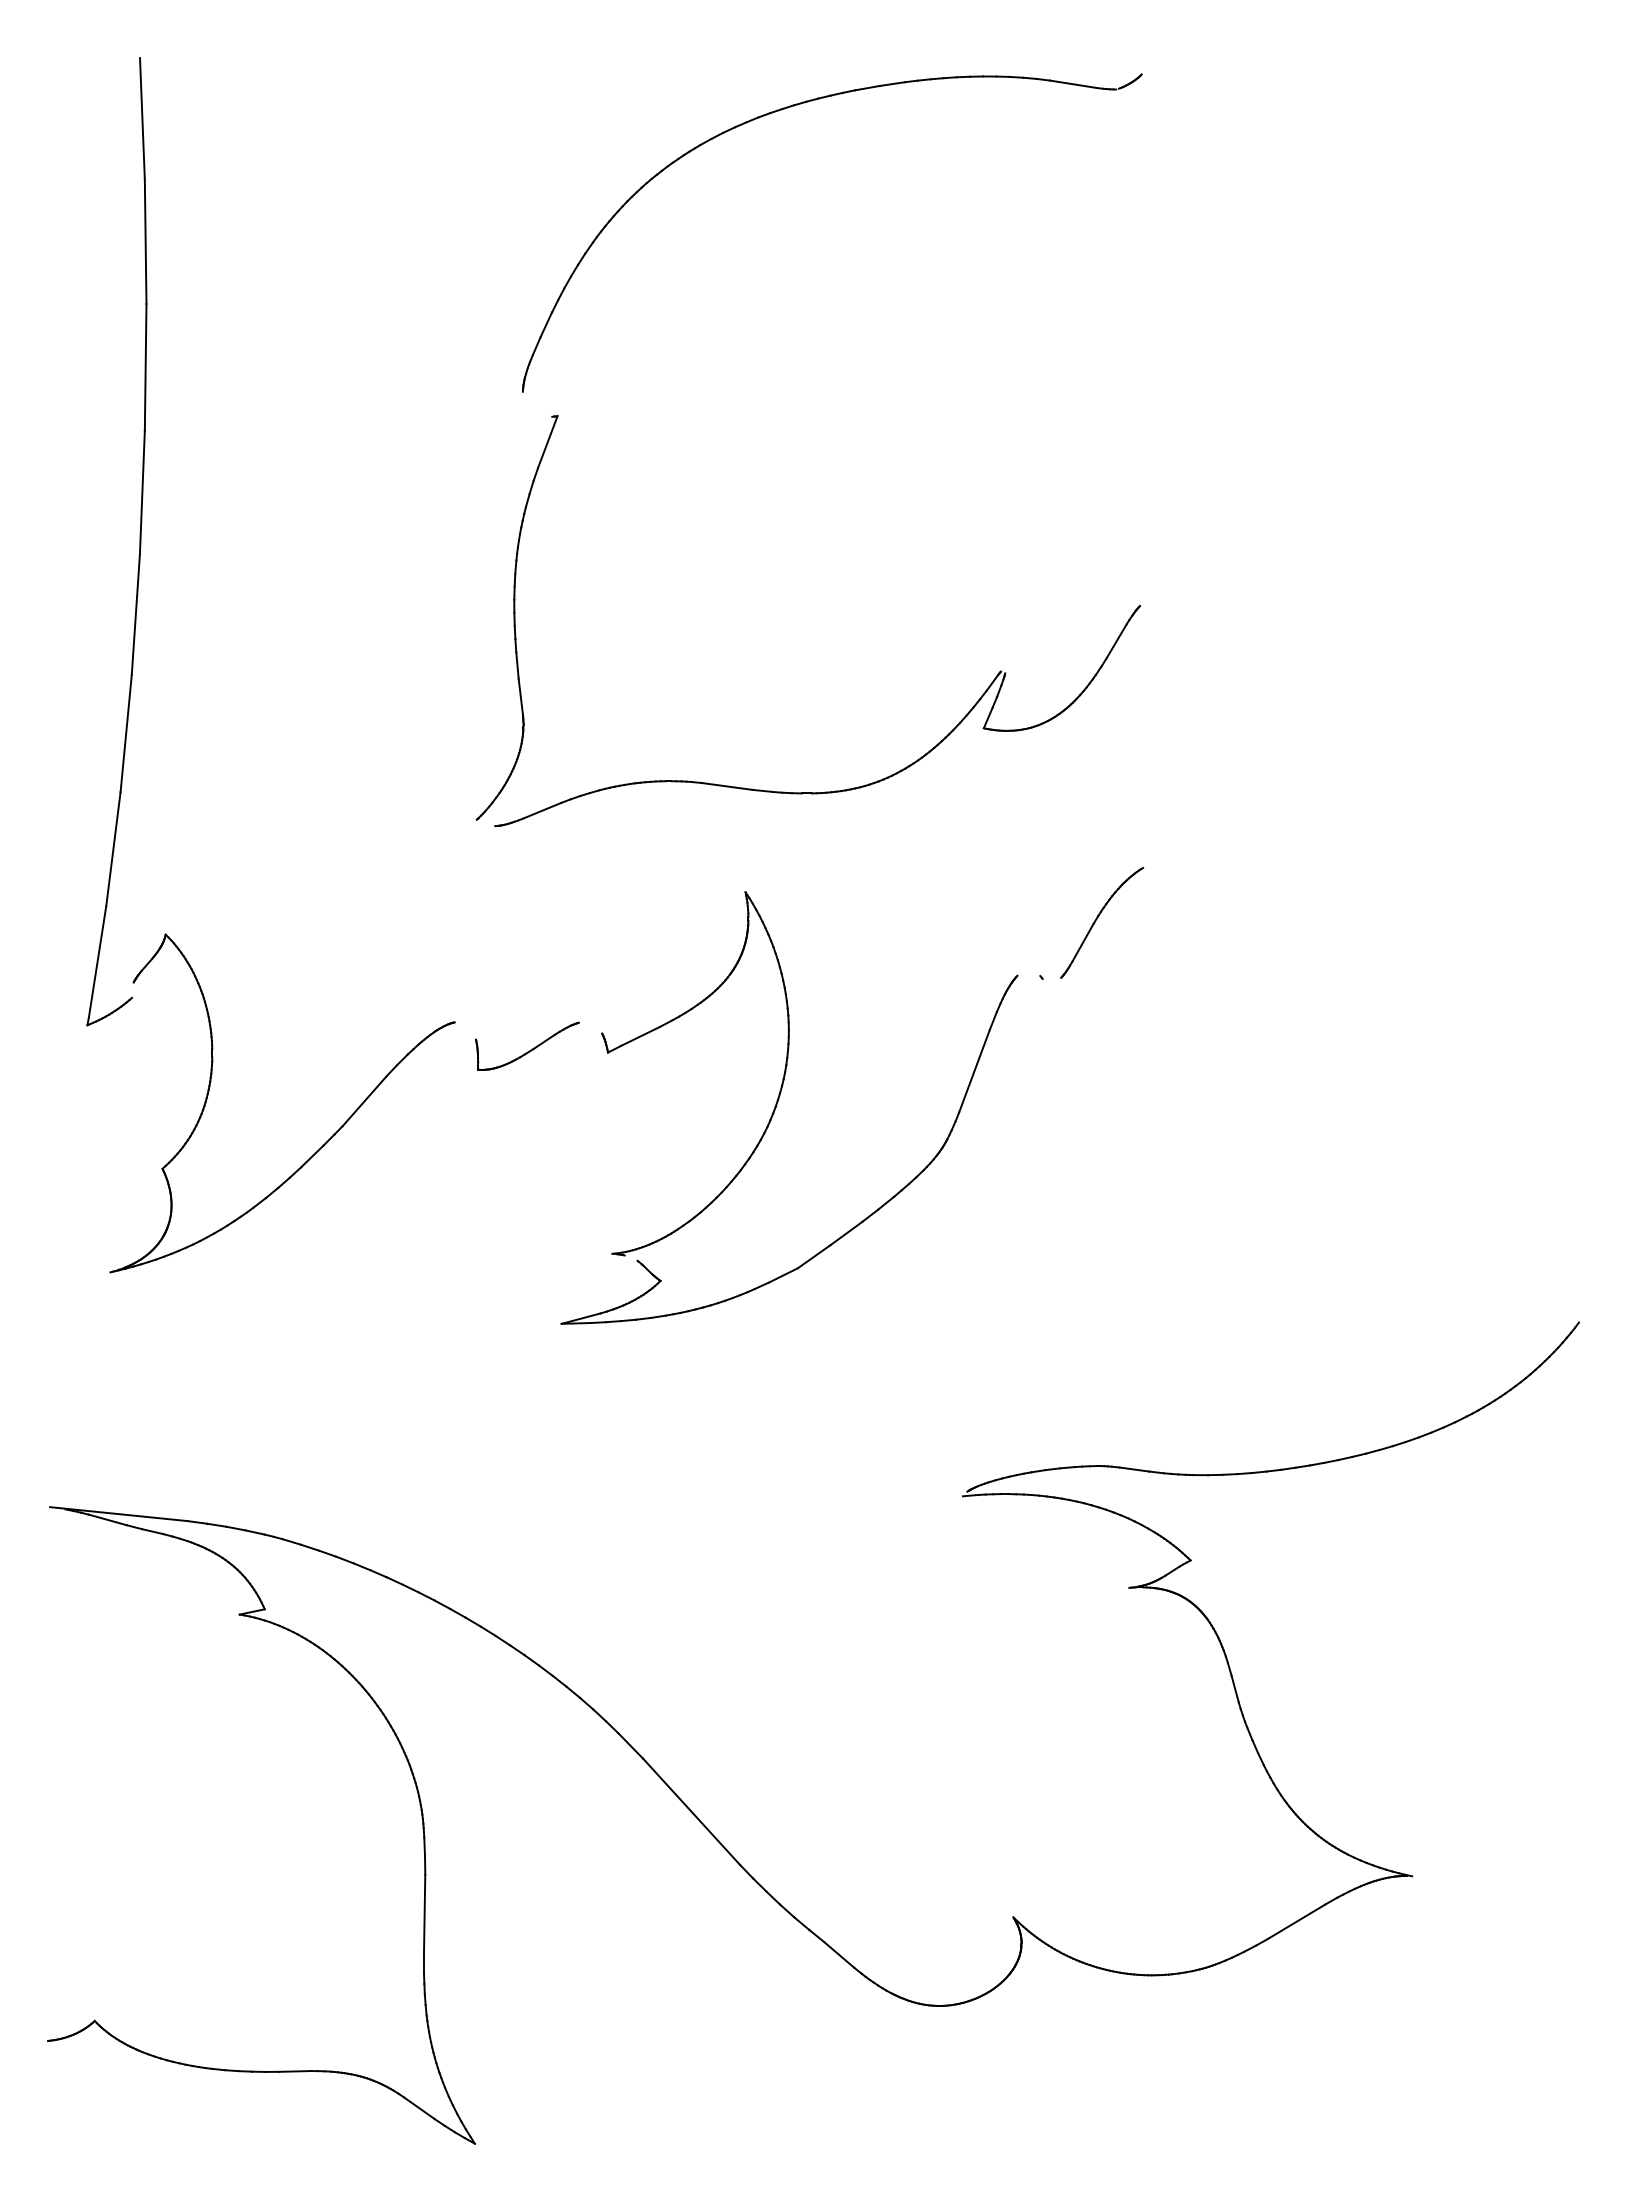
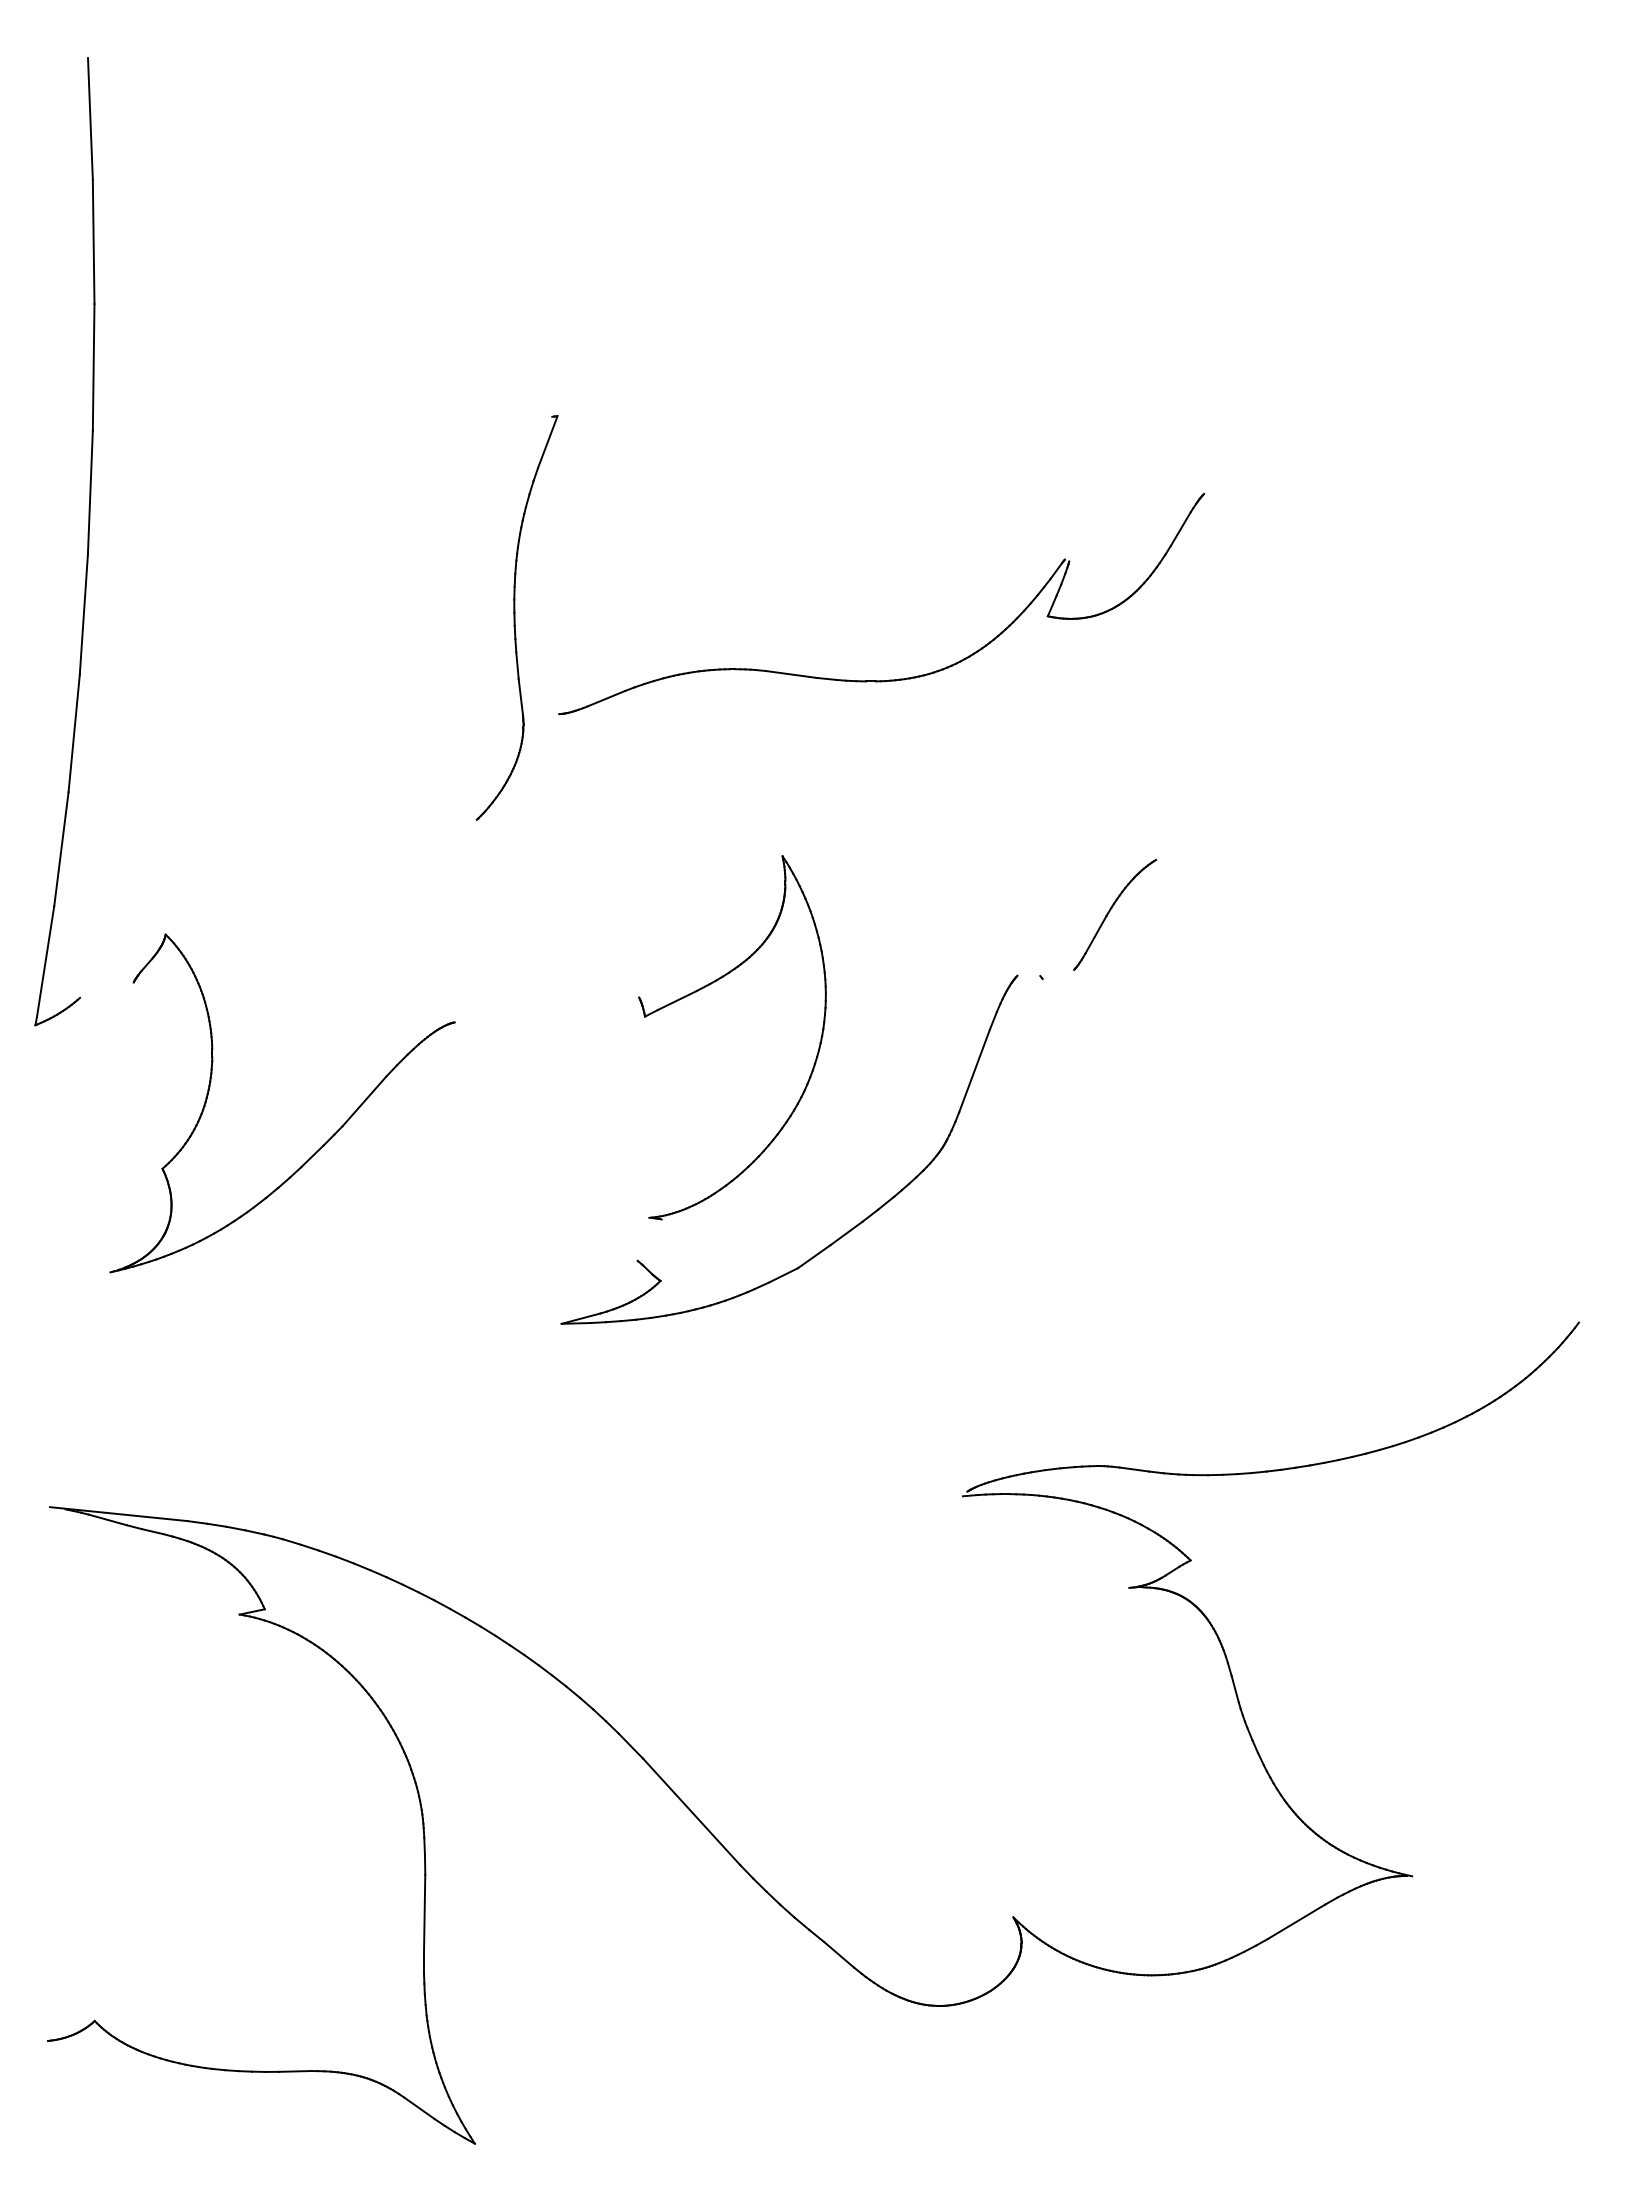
part at (791, 107): present -> none
part at (139, 541) position: (139, 541) -> (87, 541)
part at (825, 791) position: (825, 791) -> (889, 679)
part at (1102, 922) position: (1102, 922) -> (1115, 914)
part at (665, 1025) position: (665, 1025) -> (702, 989)
part at (527, 1045): present -> none
